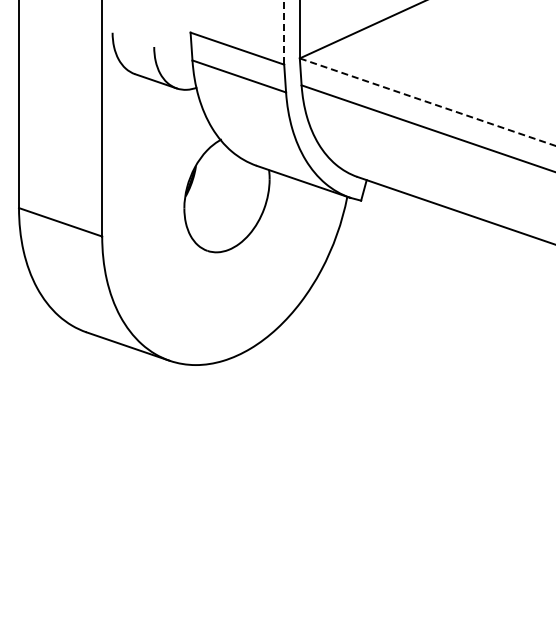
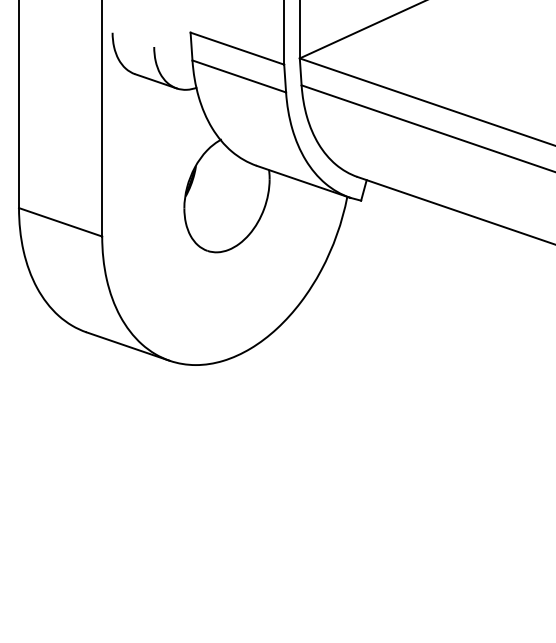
line at (284, 32): dashed -> solid
line at (427, 102): dashed -> solid
